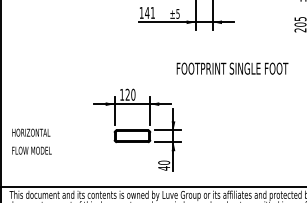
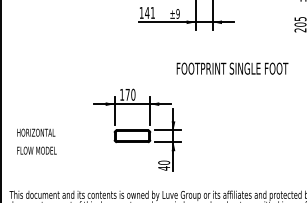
text at (177, 13): ±5 -> ±9
text at (127, 94): 120 -> 170
text at (31, 141) position: (31, 141) -> (36, 141)
line at (152, 186): present -> none
